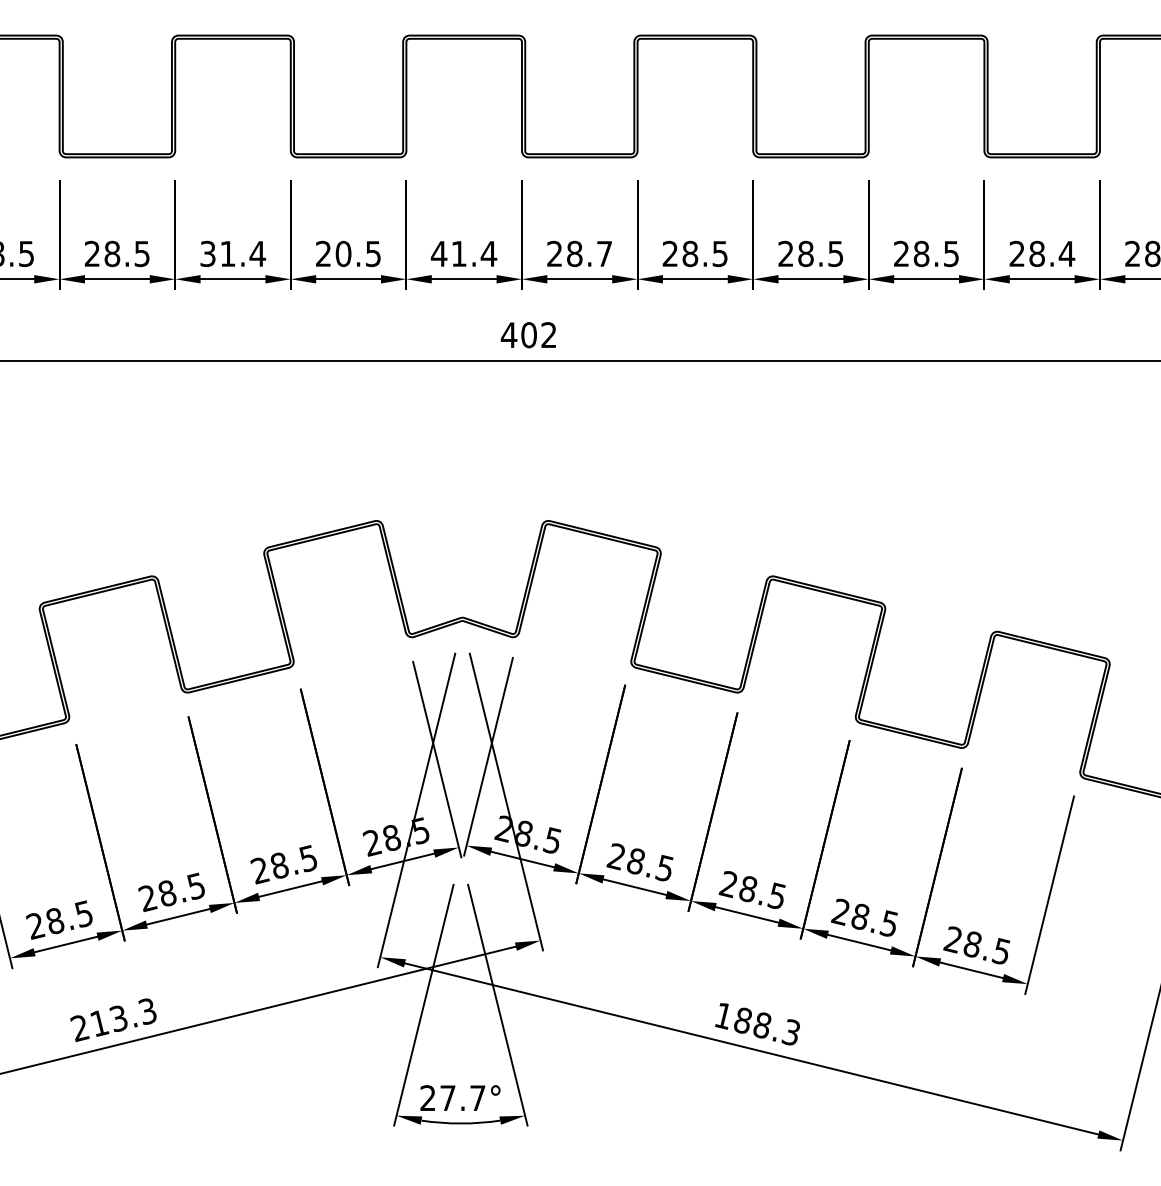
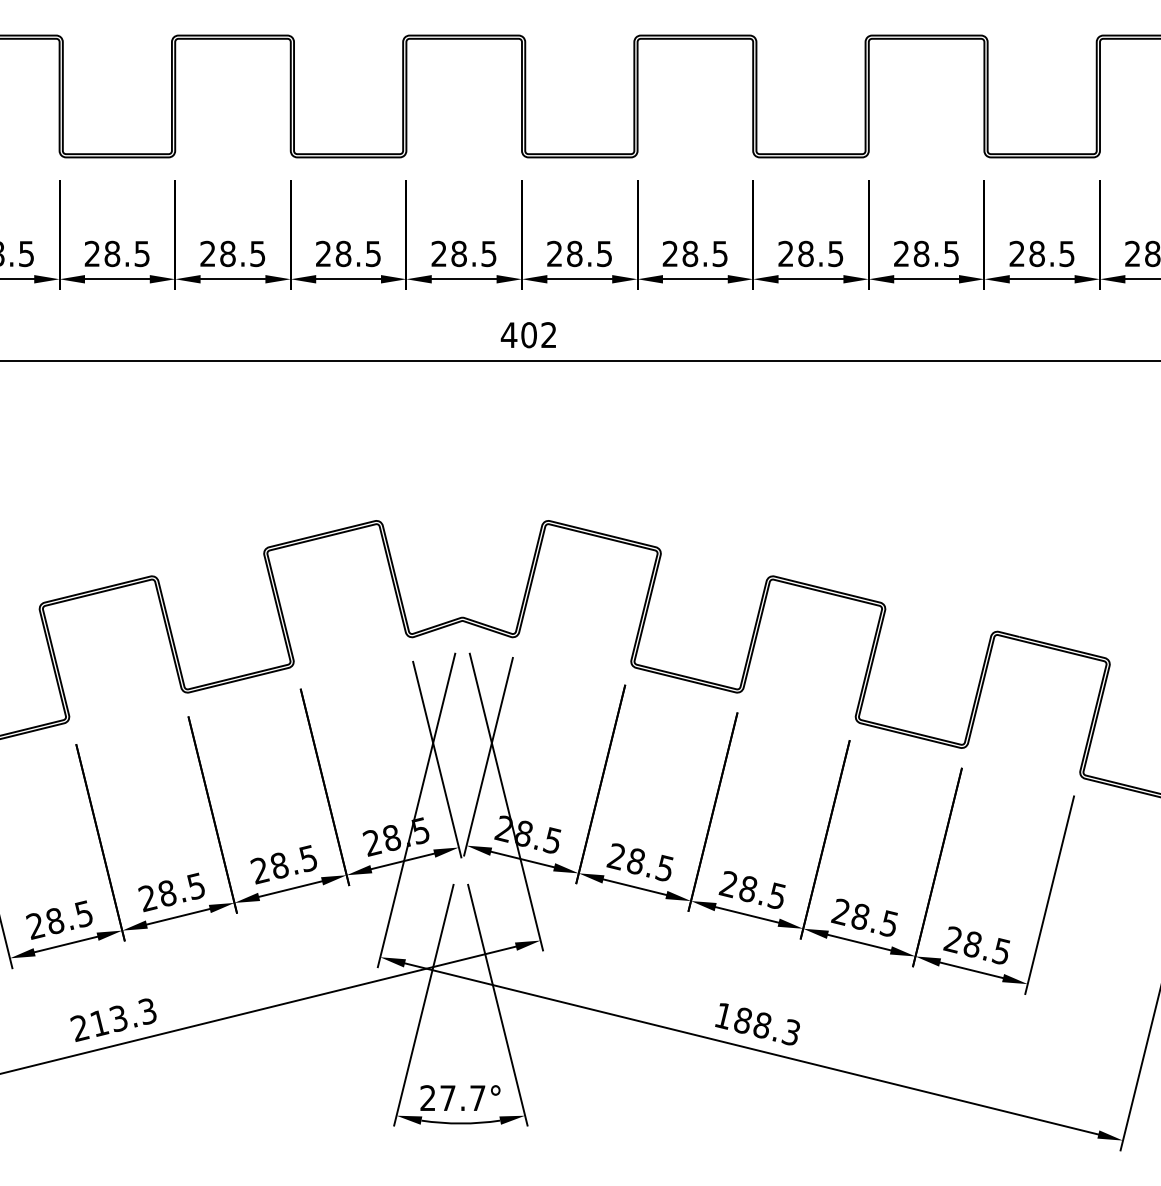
text at (233, 253): 31.4 -> 28.5
text at (343, 253): 20.5 -> 28.5
text at (463, 253): 41.4 -> 28.5
text at (604, 254): 28.7 -> 28.5
text at (1066, 254): 28.4 -> 28.5
